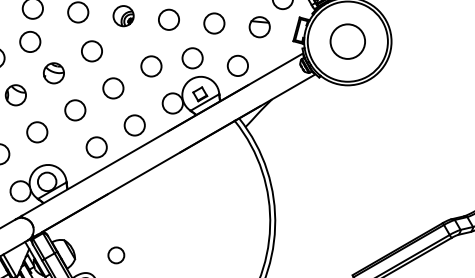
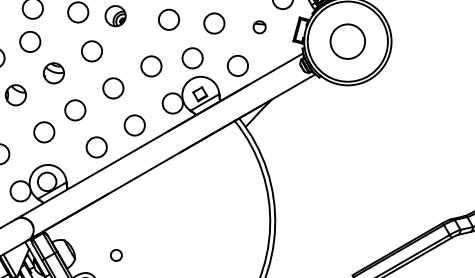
part at (123, 16) position: (123, 16) -> (115, 16)
part at (259, 27) size: 23x23 px -> 15x15 px
circle at (37, 132) position: (37, 132) -> (44, 132)
circle at (116, 255) size: 19x19 px -> 13x13 px
